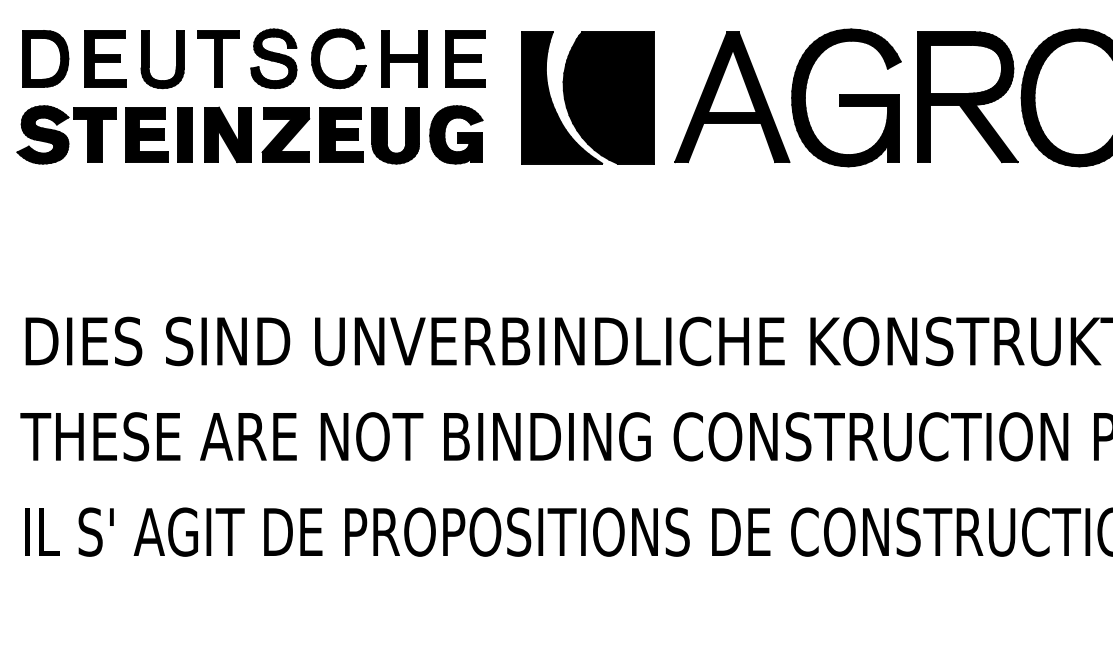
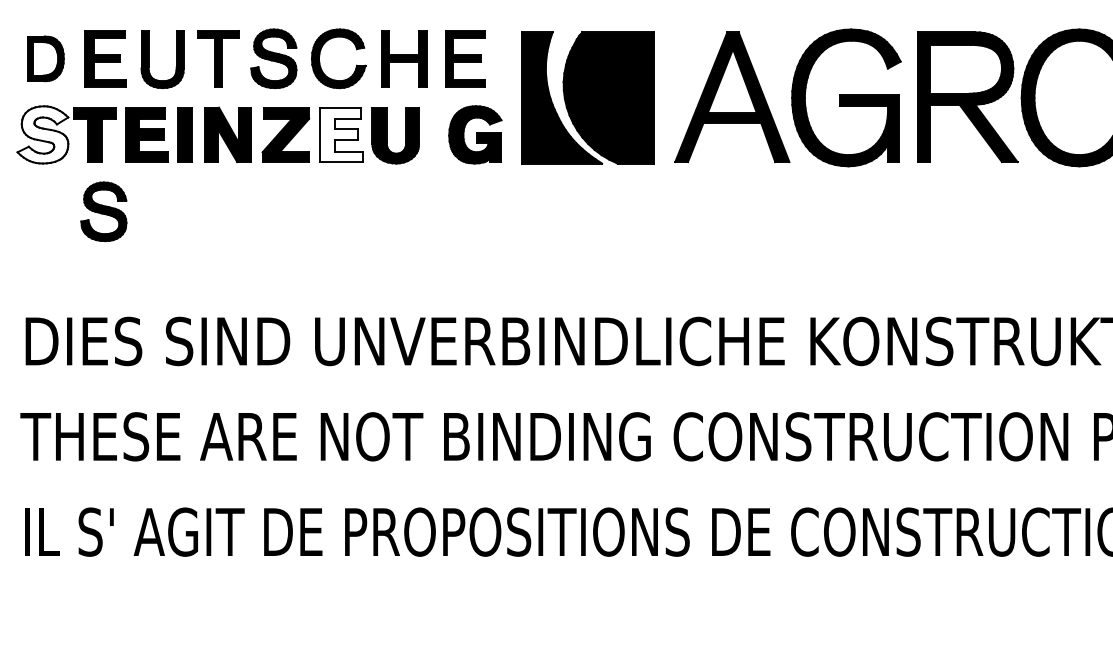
part at (45, 58) size: 48x58 px -> 38x48 px
fill at (42, 134): present -> none
fill at (341, 134): present -> none
part at (456, 134) position: (456, 134) -> (475, 134)
part at (103, 211): none -> present
